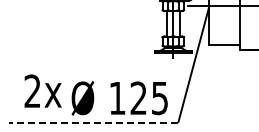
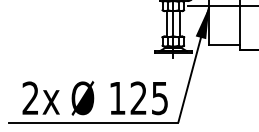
fill at (202, 22): none -> present
text at (42, 90) position: (42, 90) -> (40, 97)
line at (93, 122): dashed -> solid
